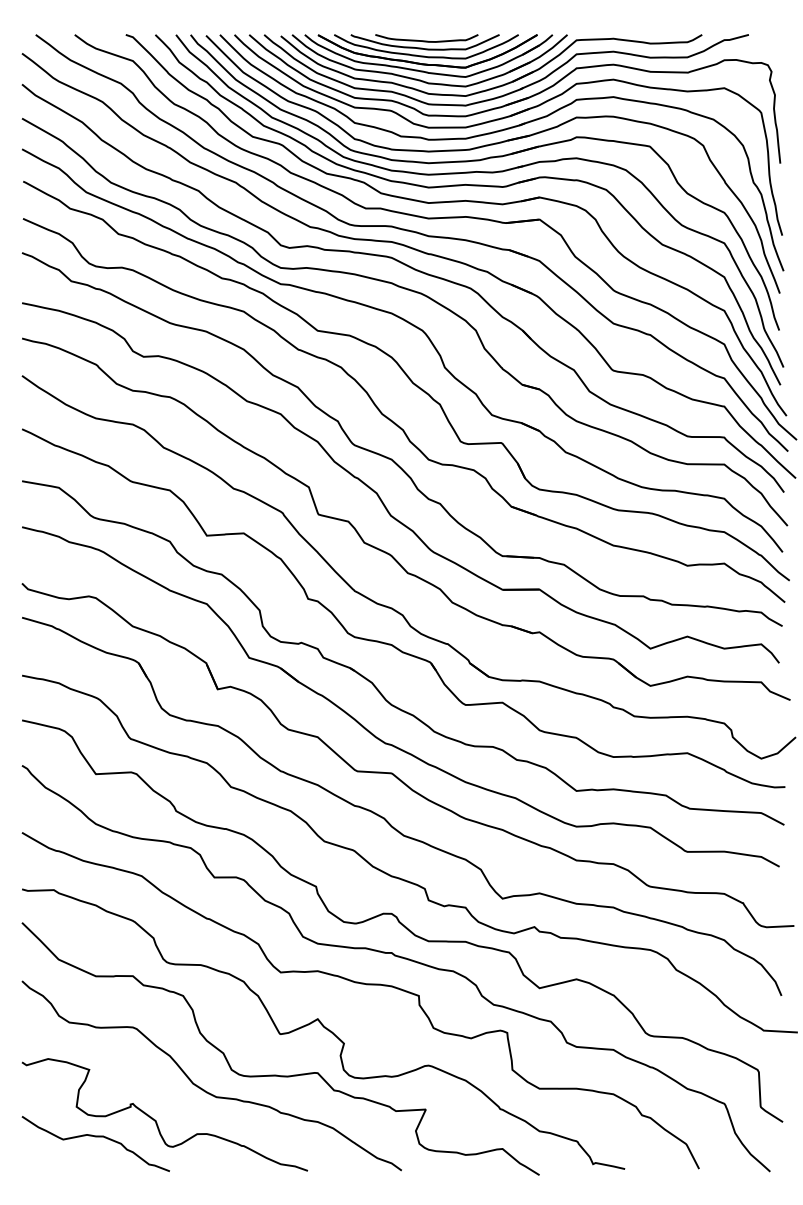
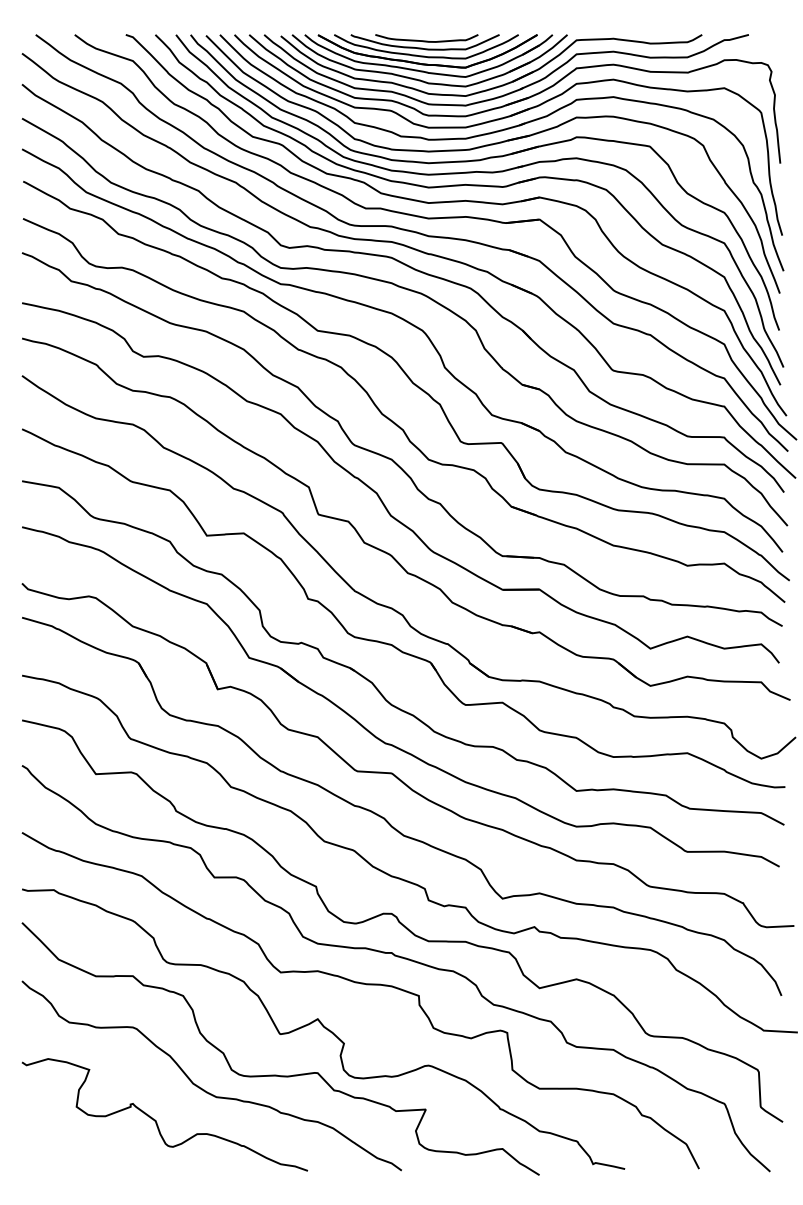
curve at (95, 1137): present -> none
